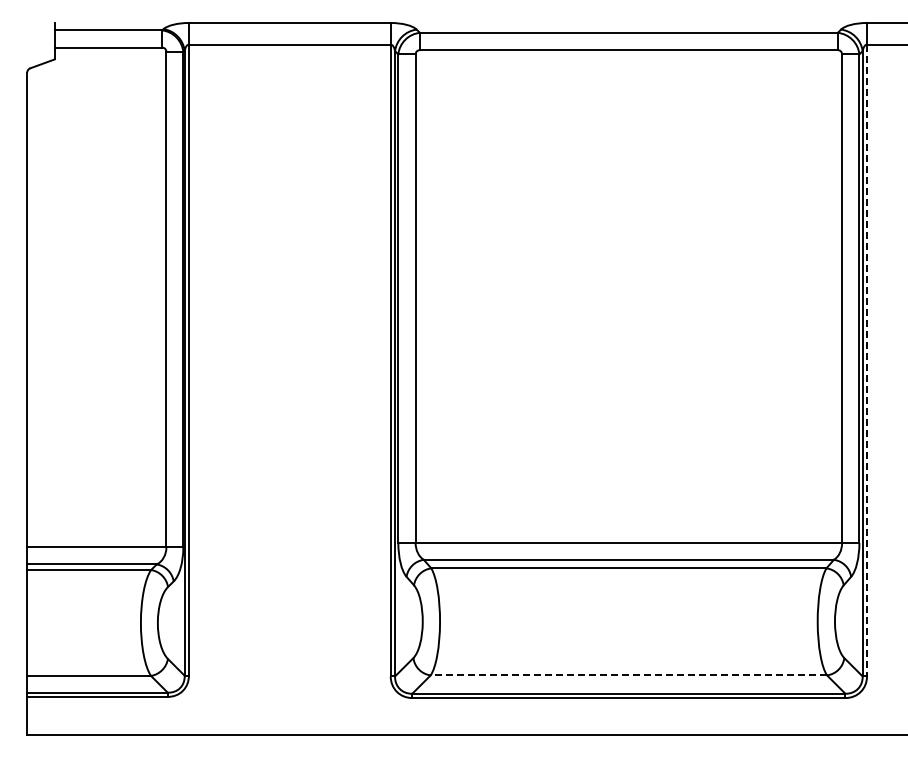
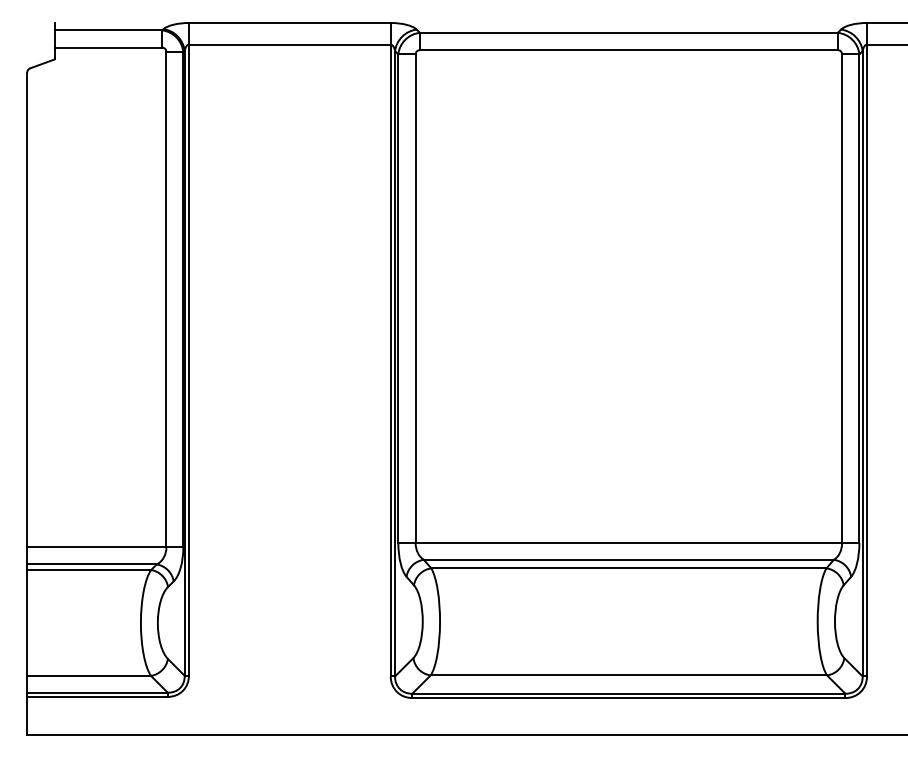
line at (867, 360): dashed -> solid
line at (628, 675): dashed -> solid
